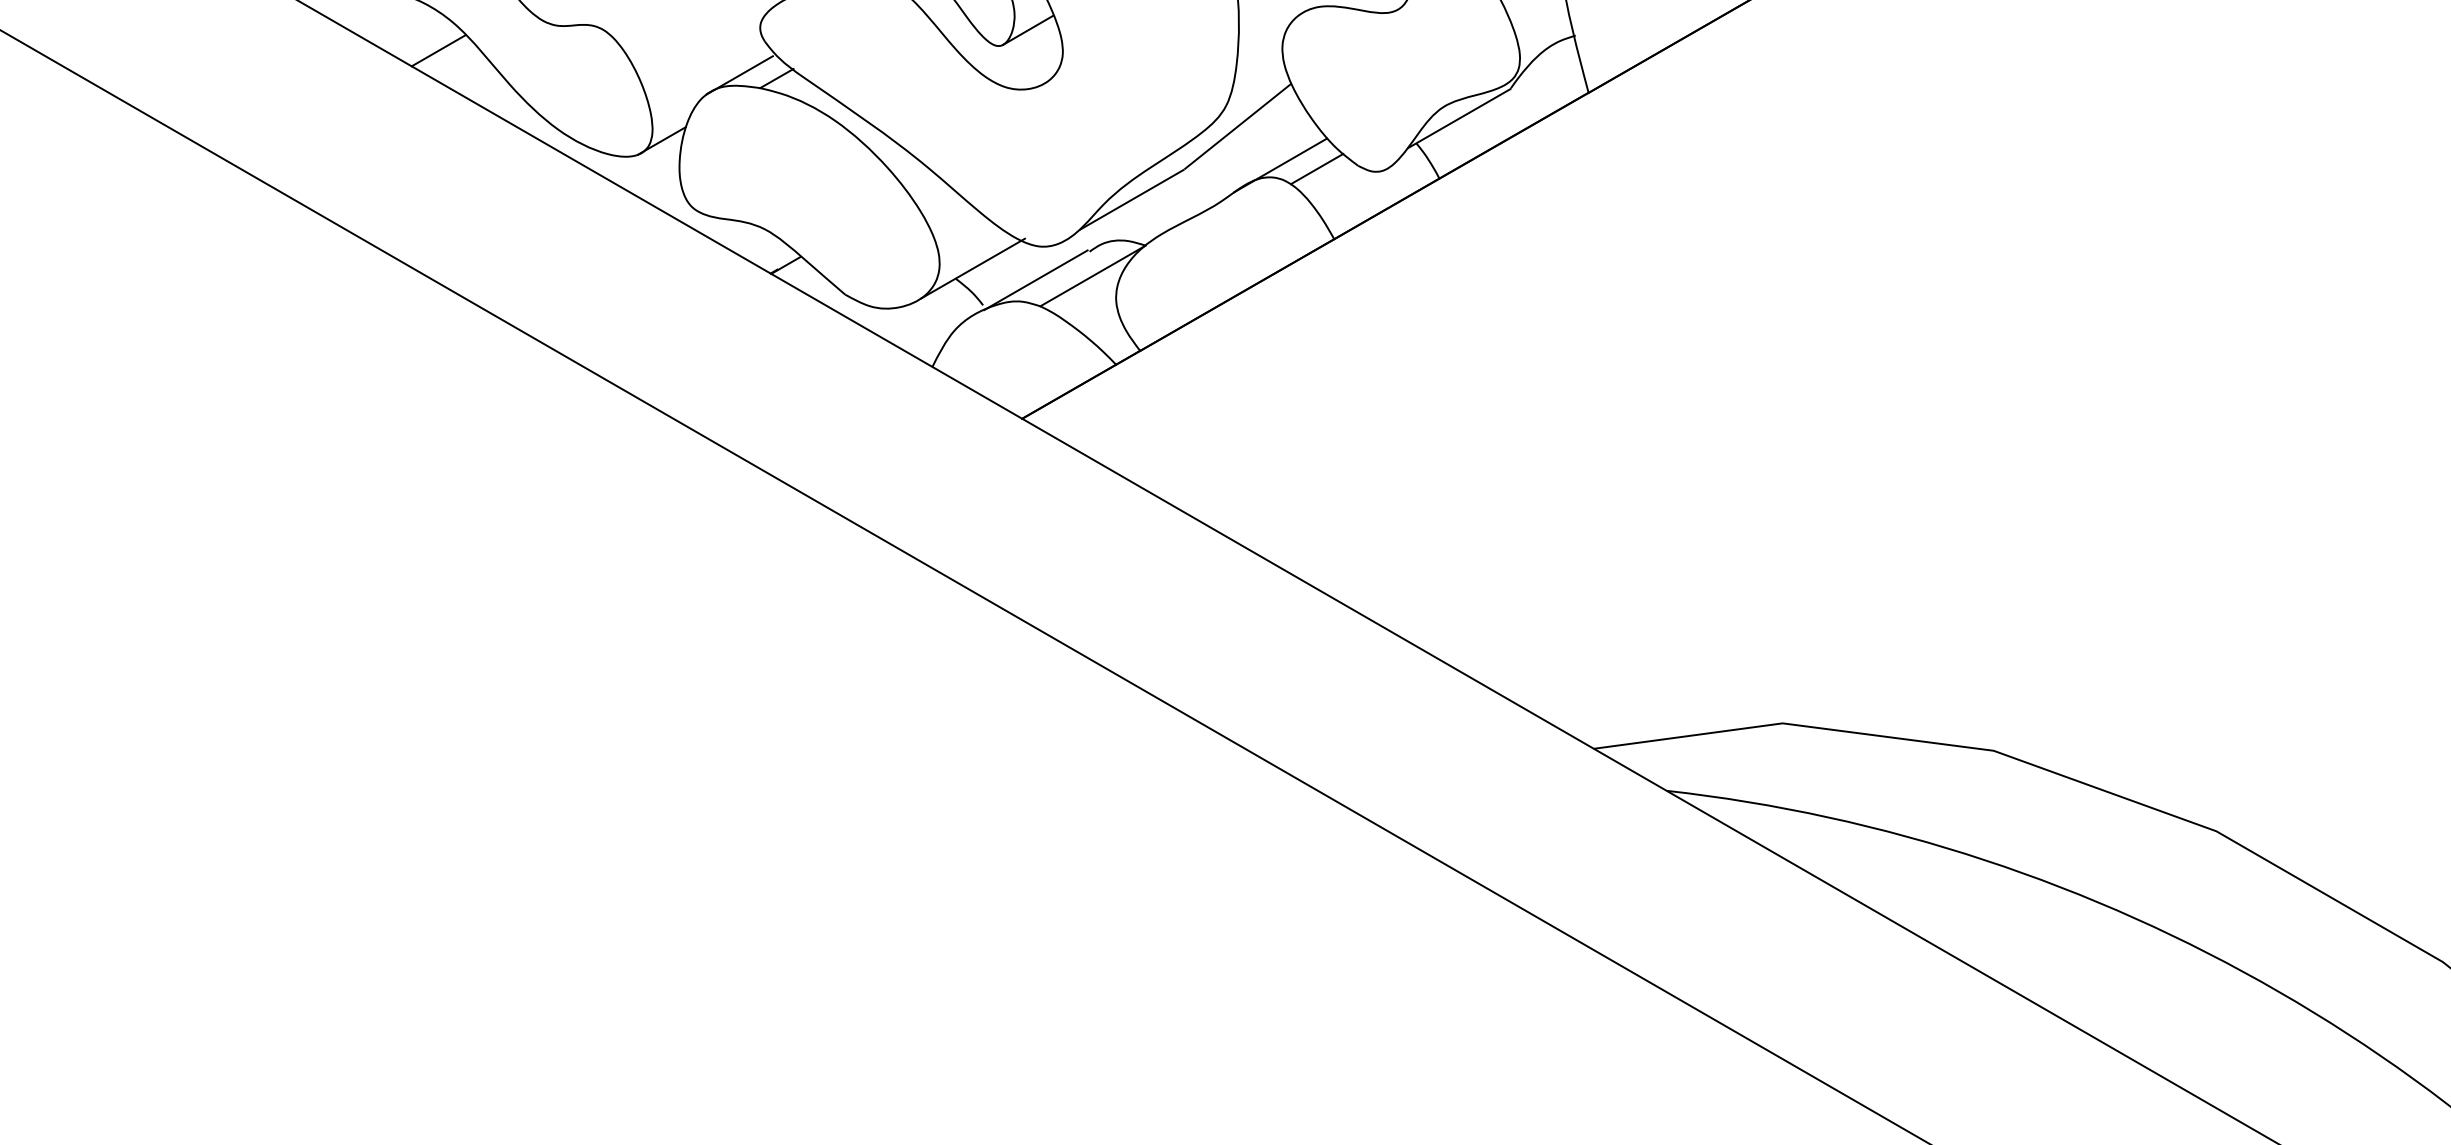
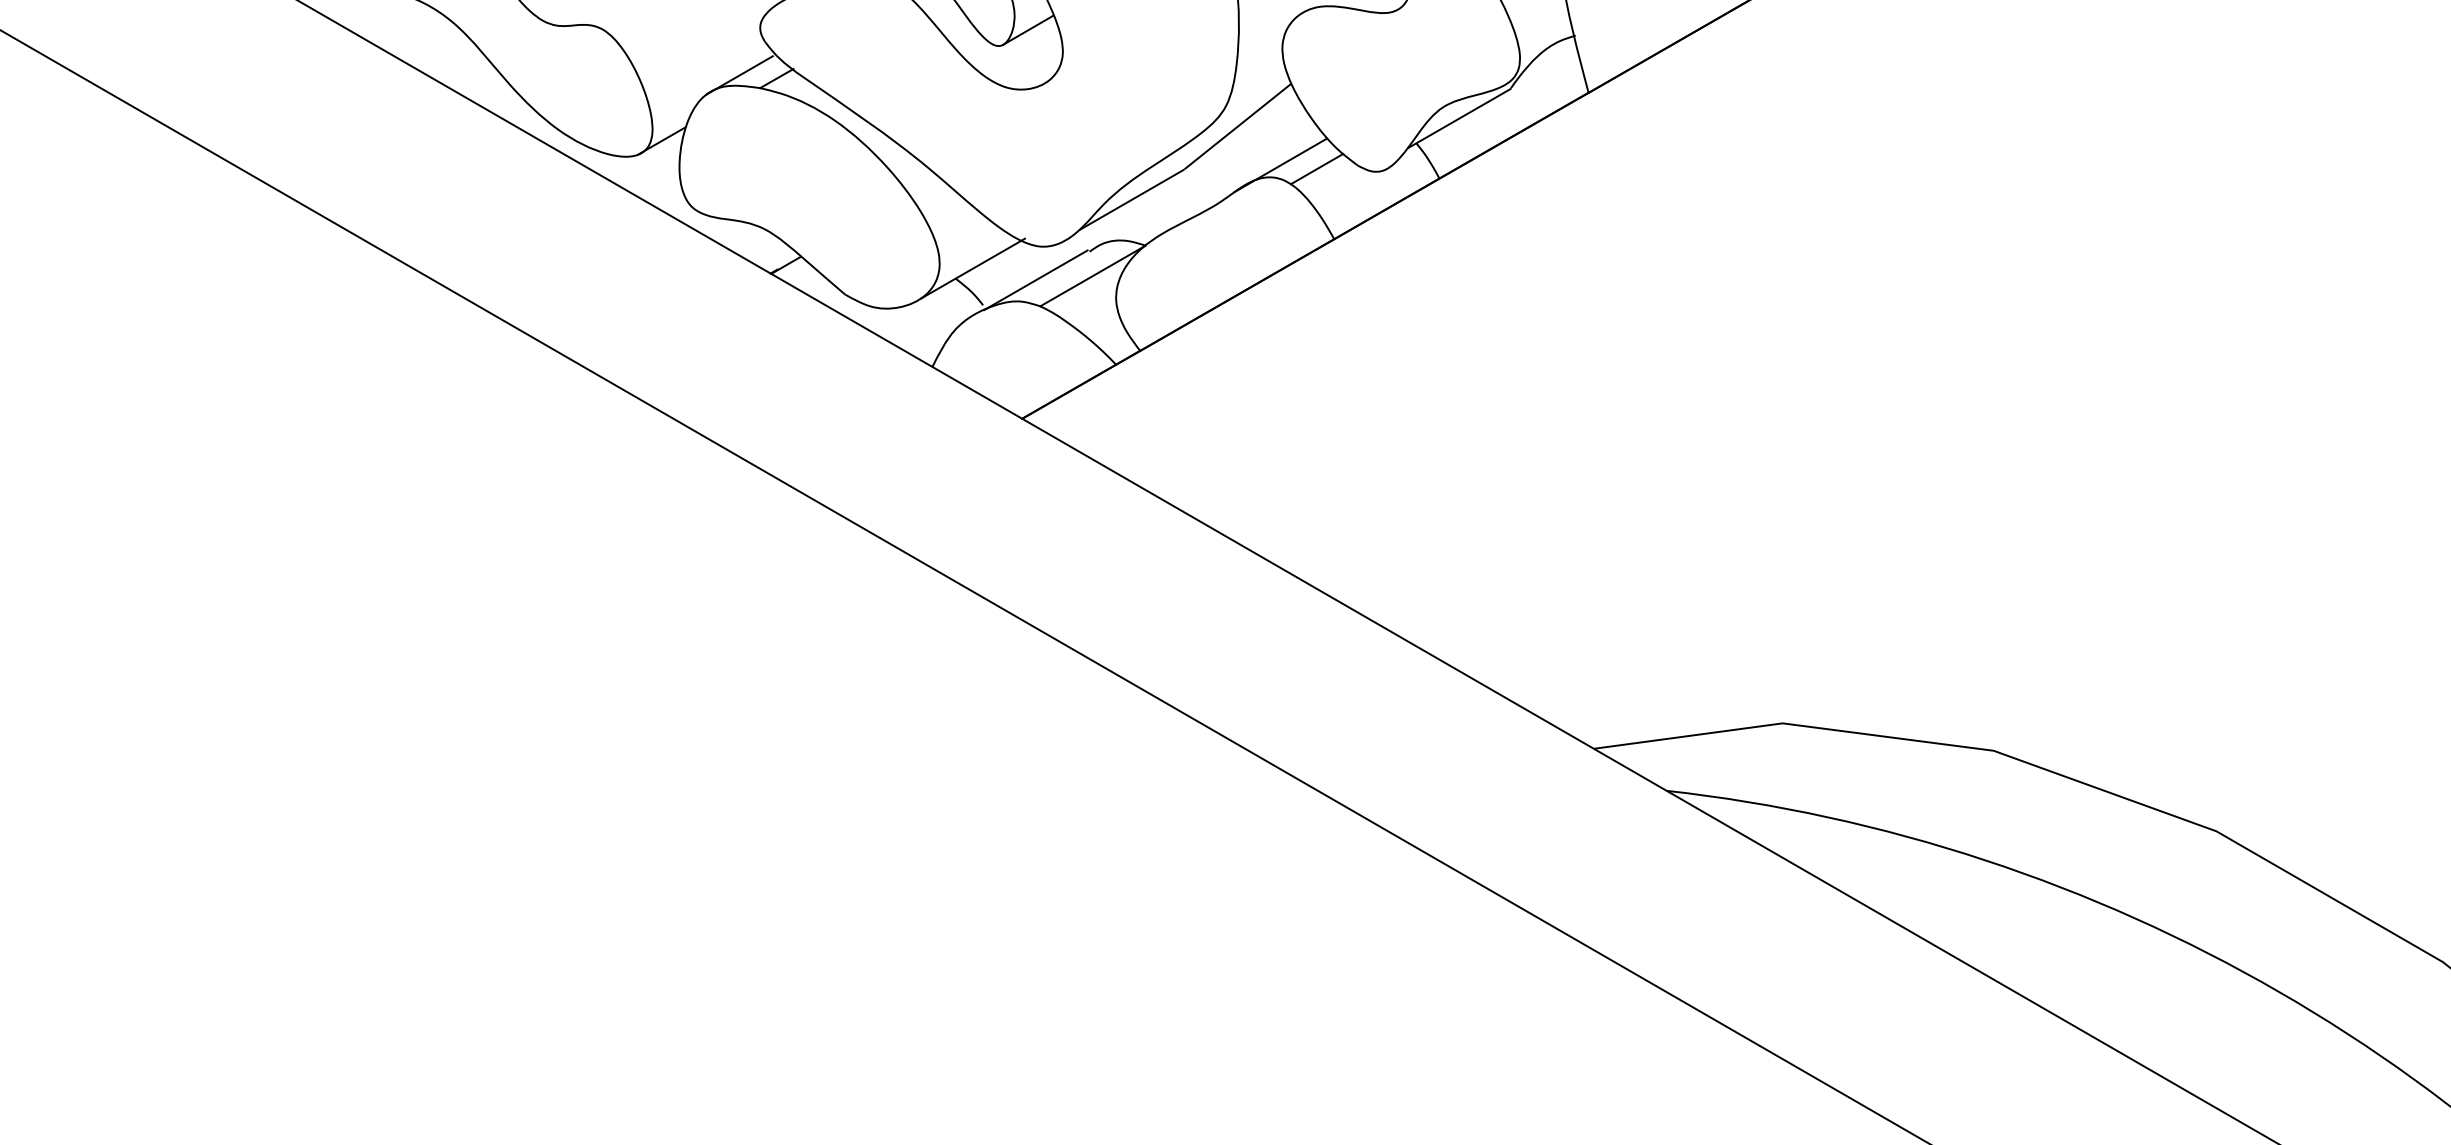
line at (437, 50): present -> none
